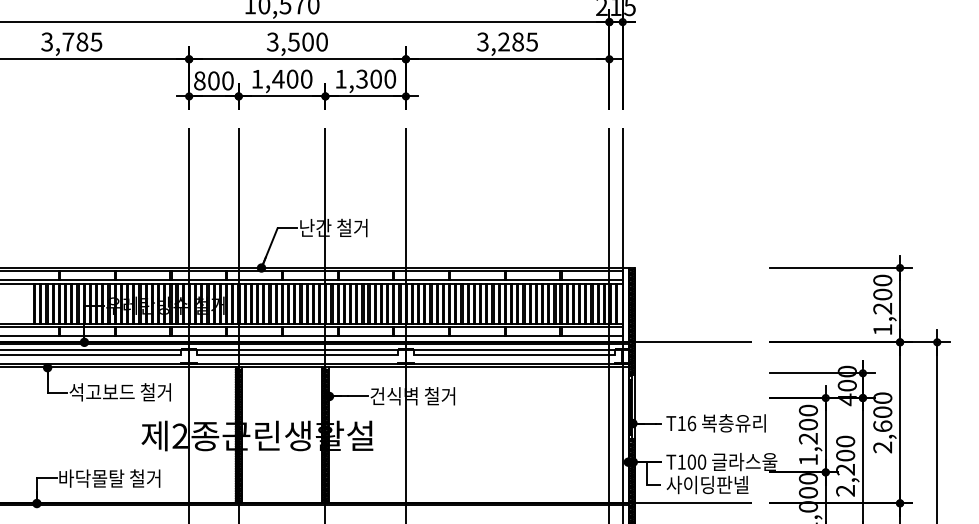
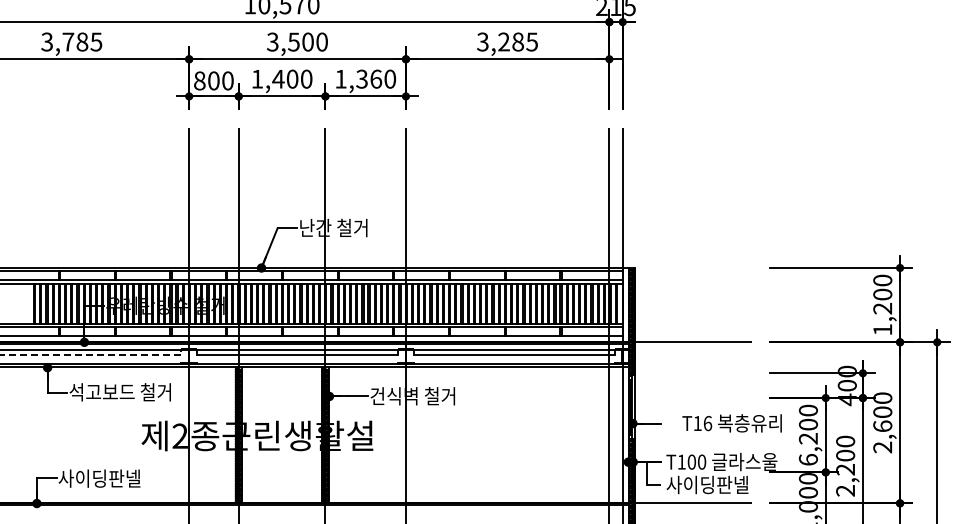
text at (376, 78): 1,300 -> 1,360
line at (94, 355): solid -> dashed
text at (715, 423) position: (715, 423) -> (731, 423)
text at (807, 459): 1,200 -> 6,200
text at (109, 478): 바닥몰탈 철거 -> 사이딩판넬
